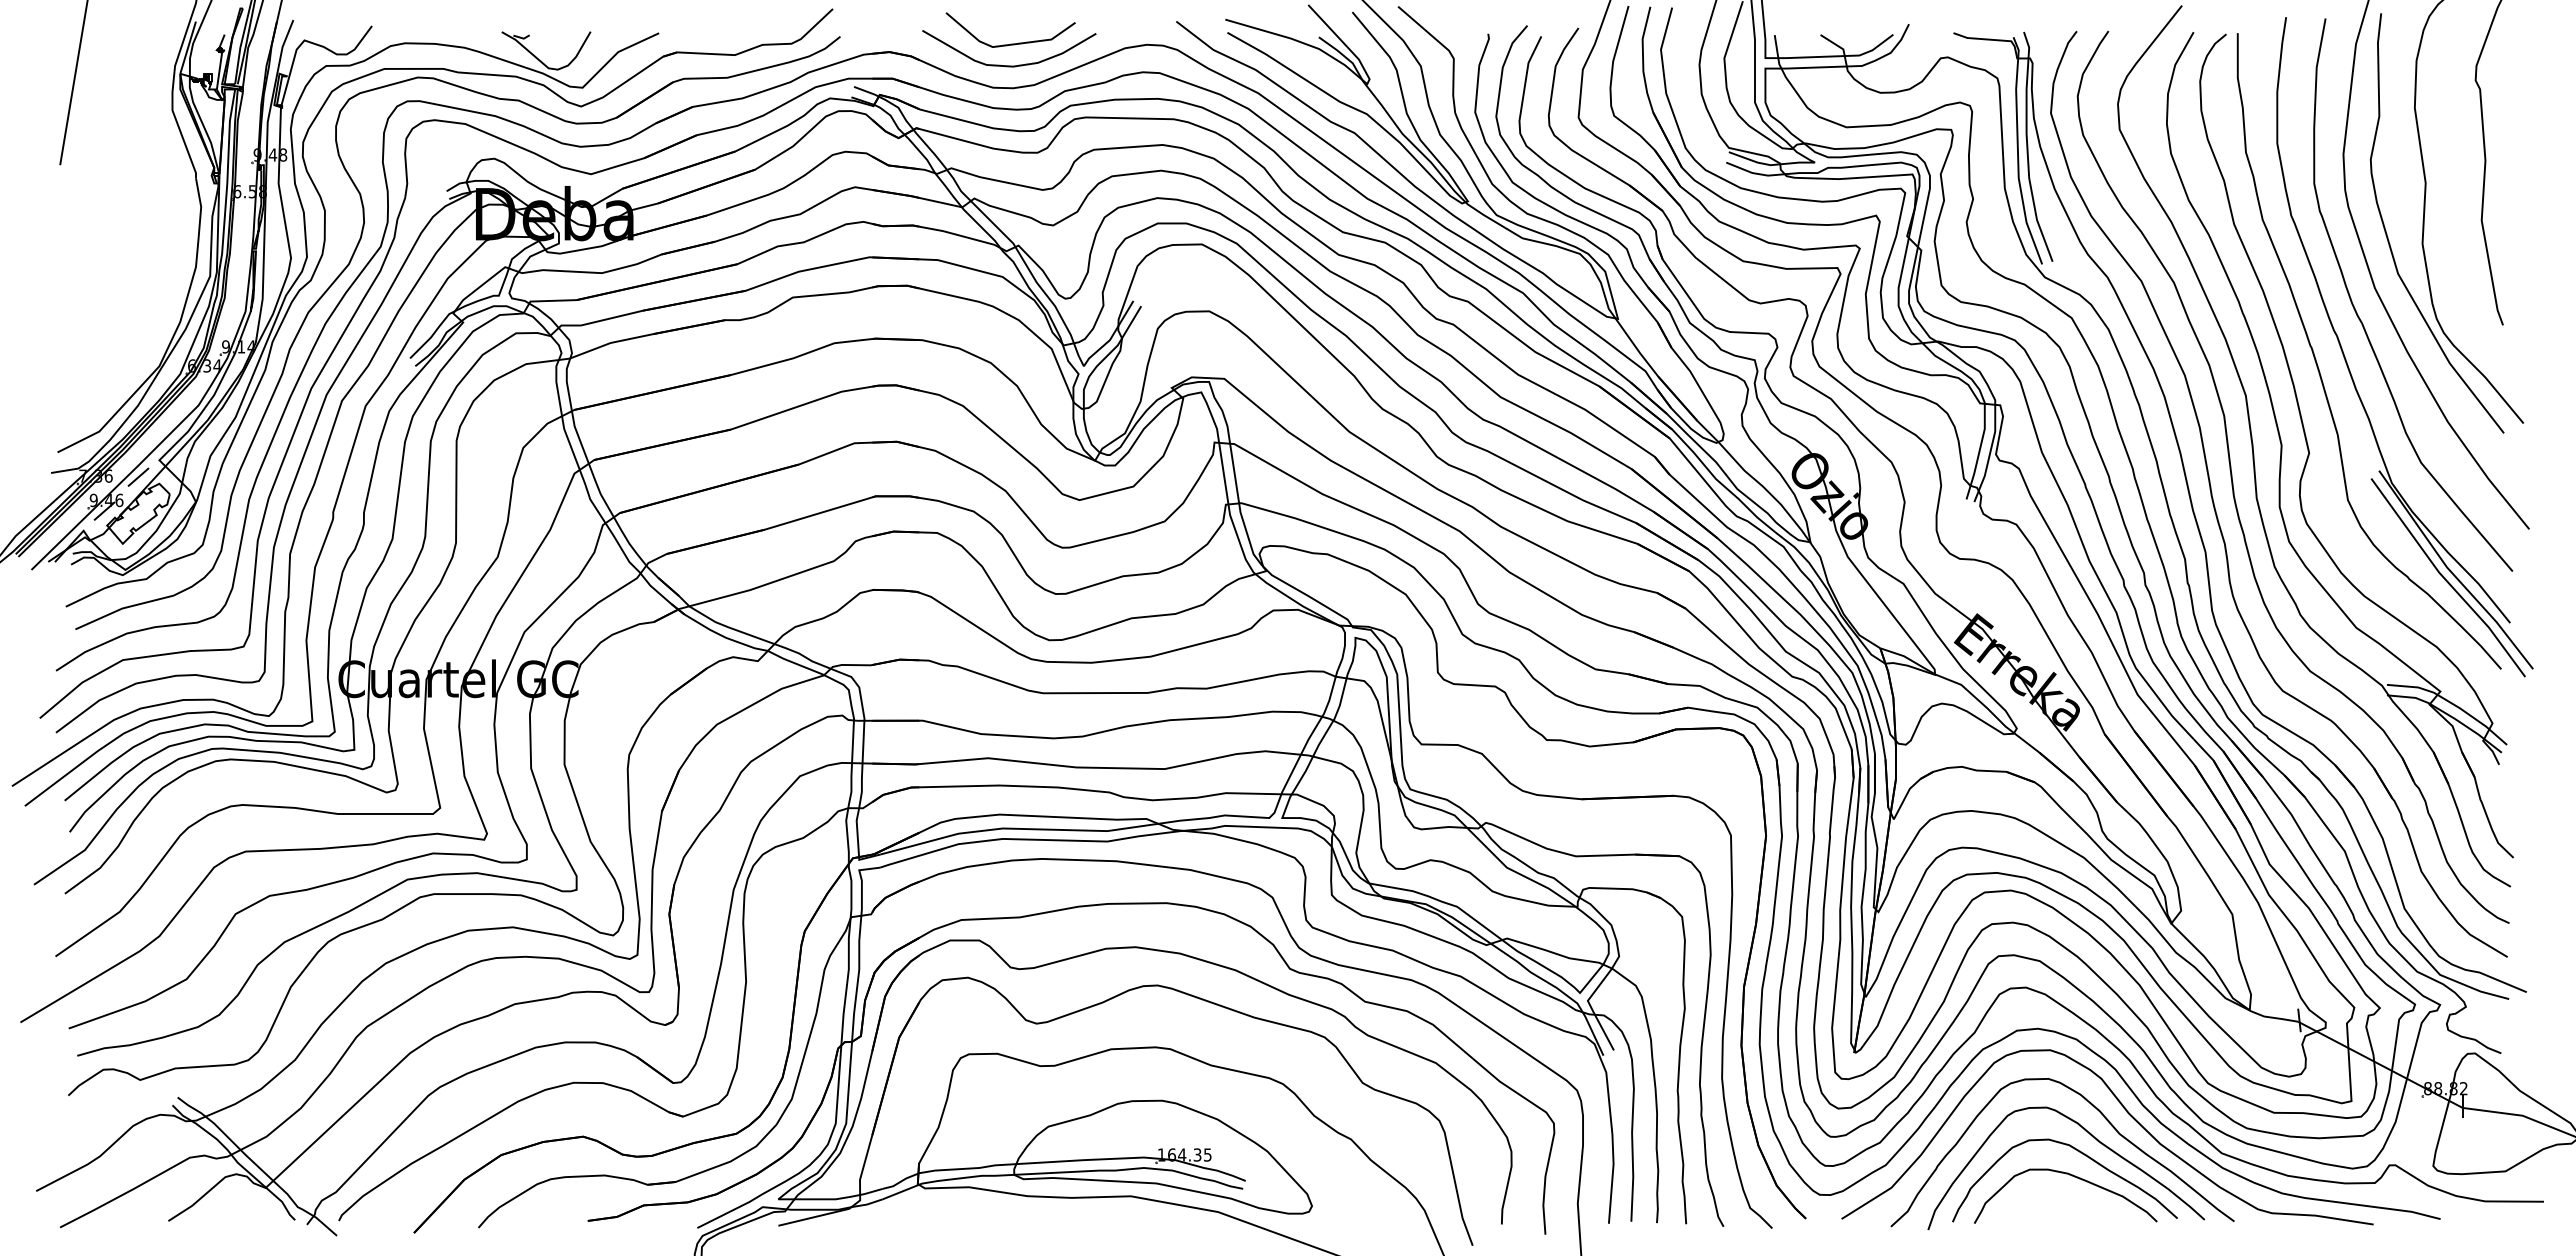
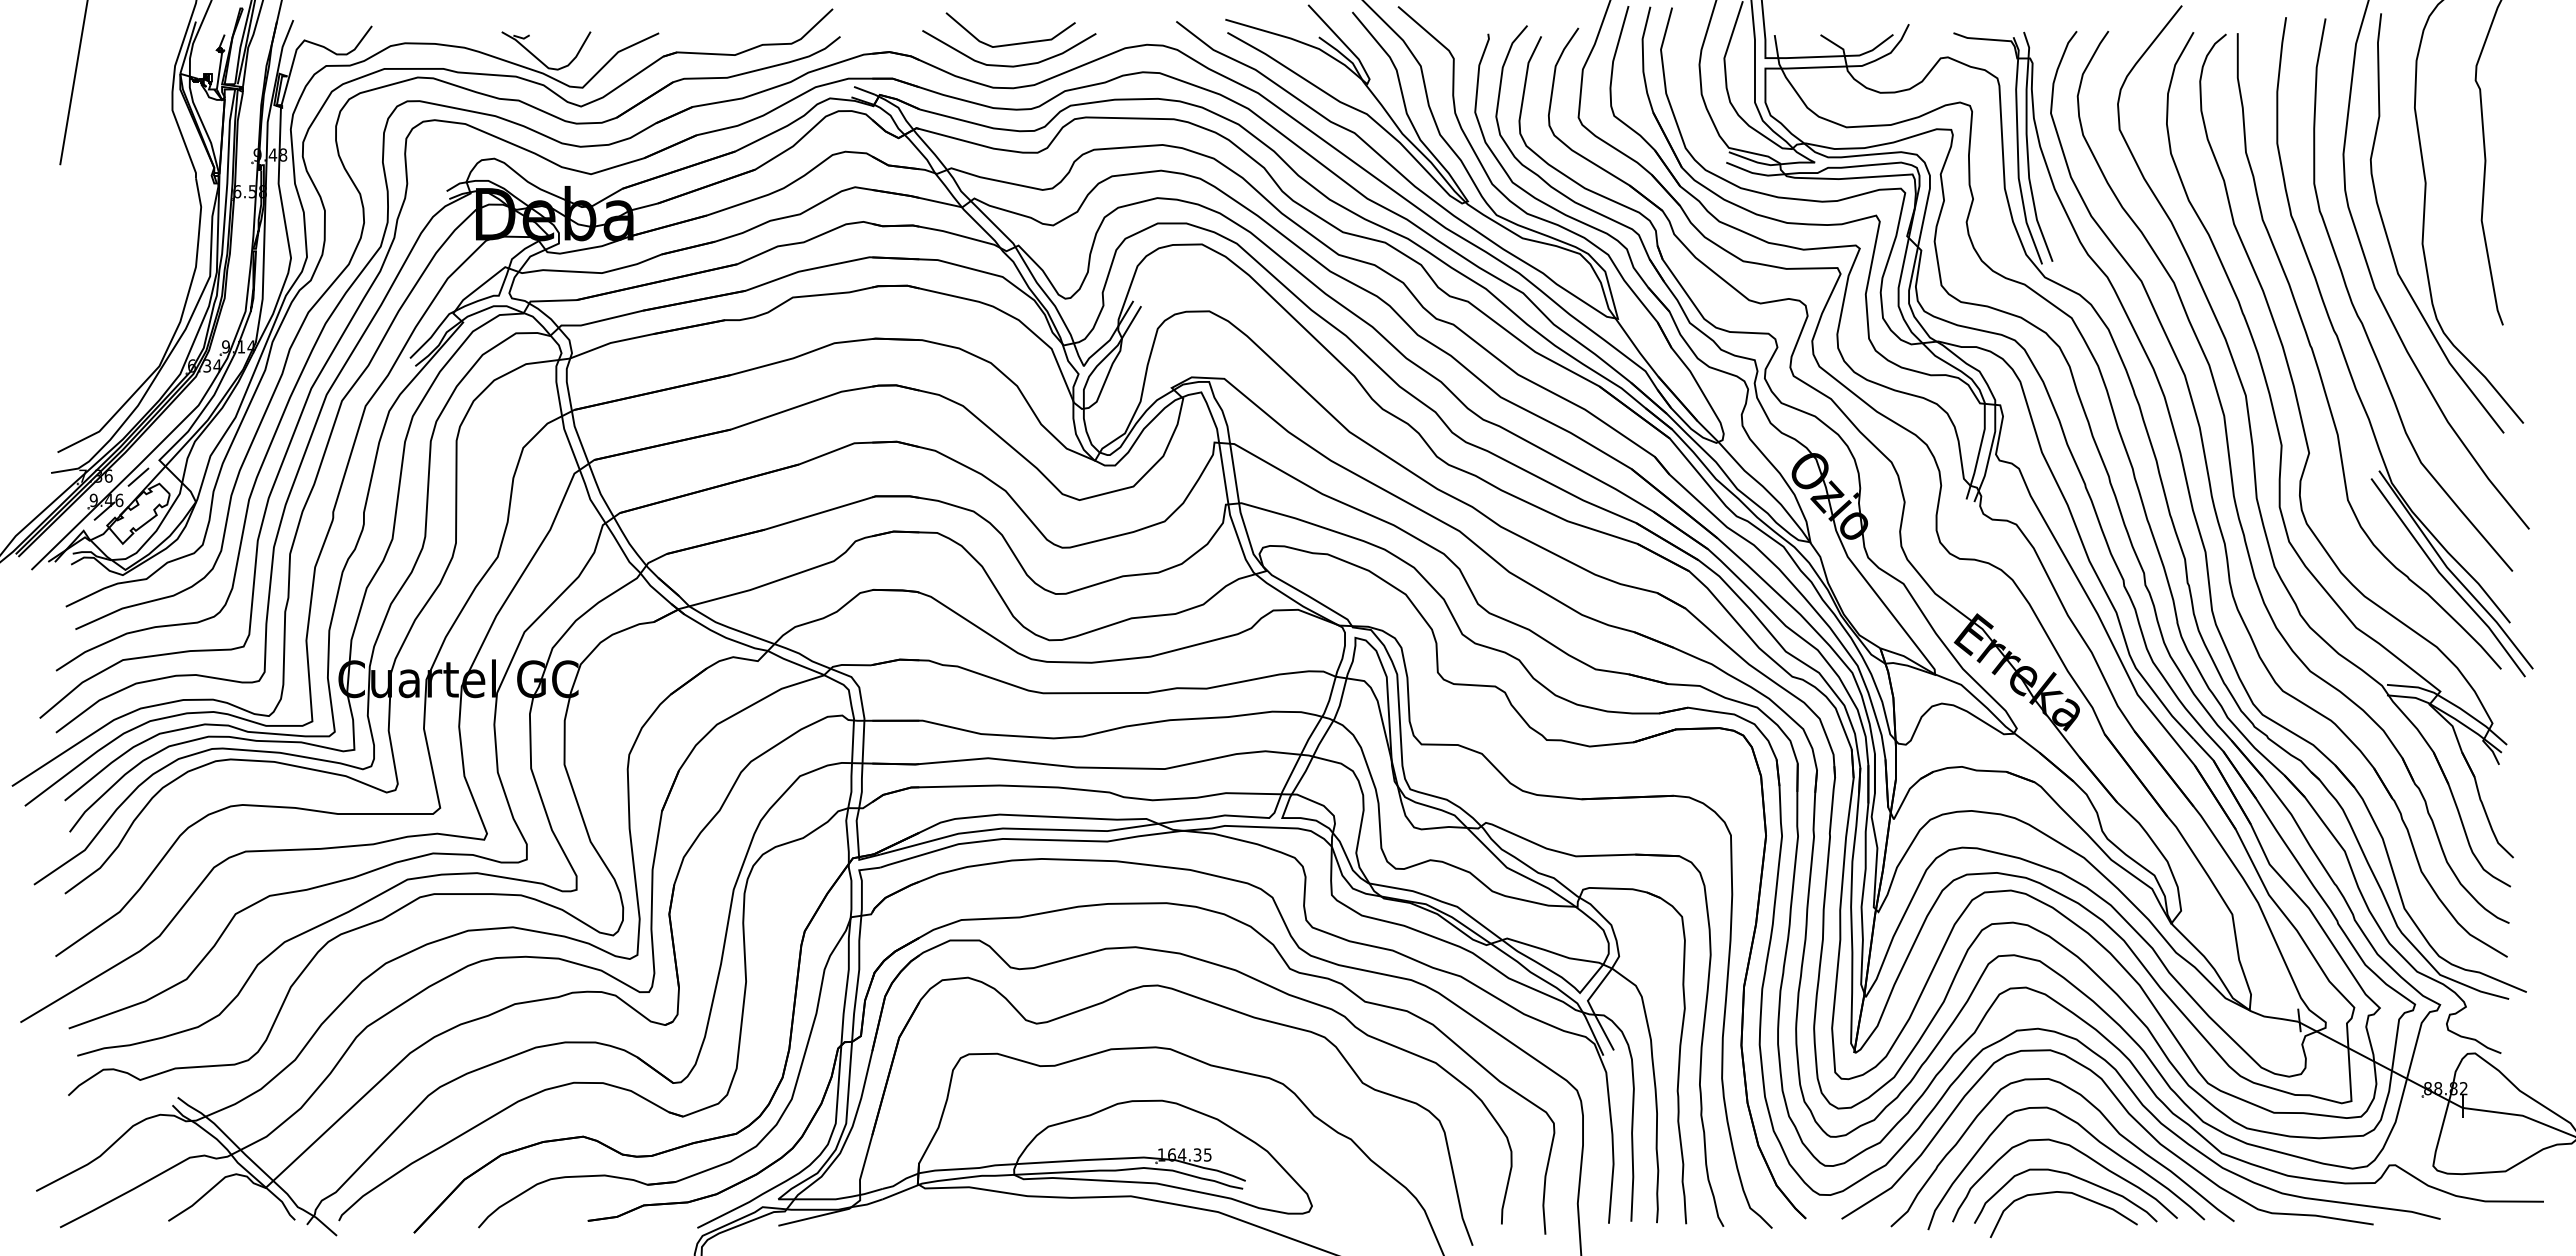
curve at (2063, 1193): none -> present
